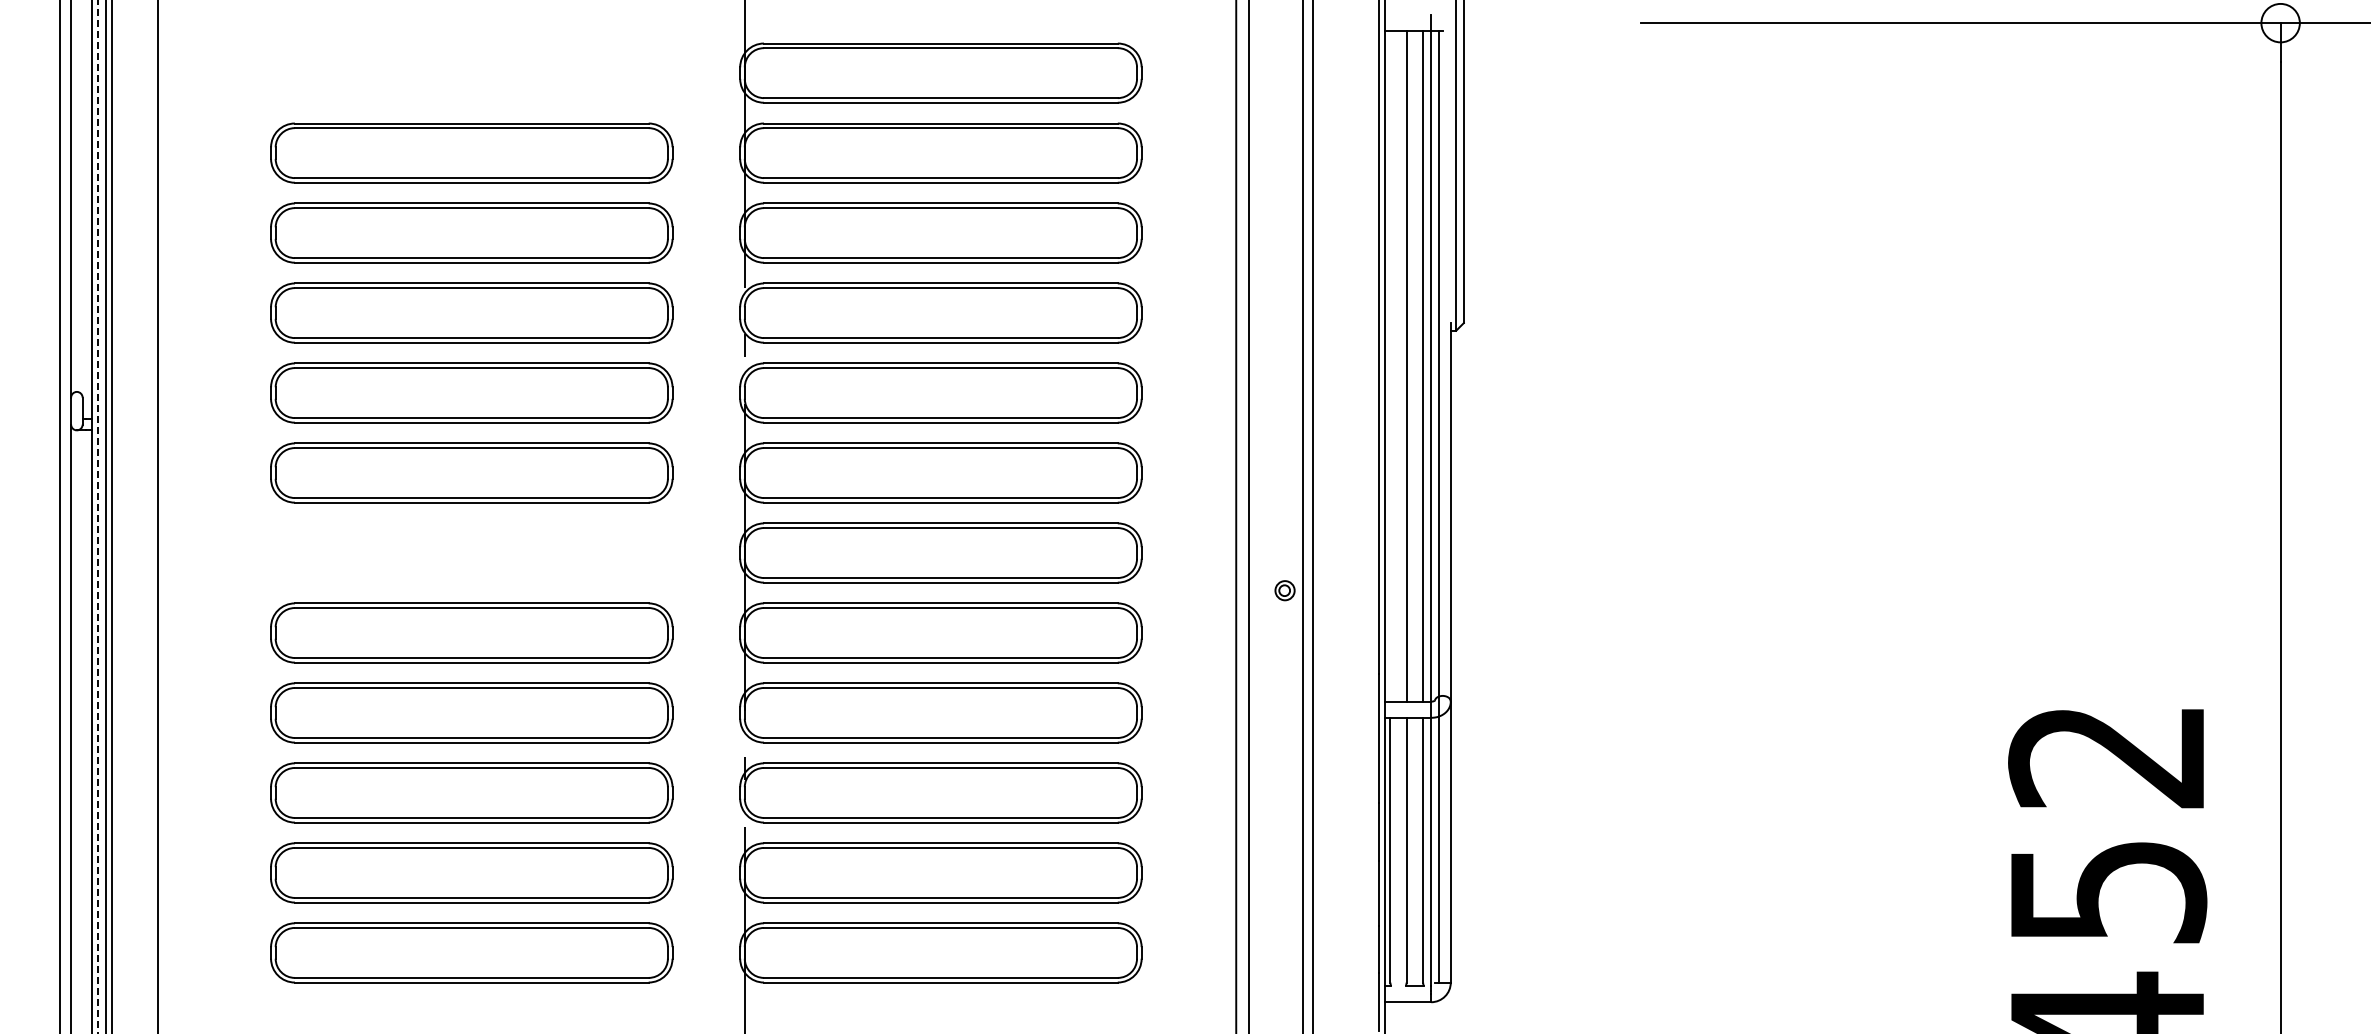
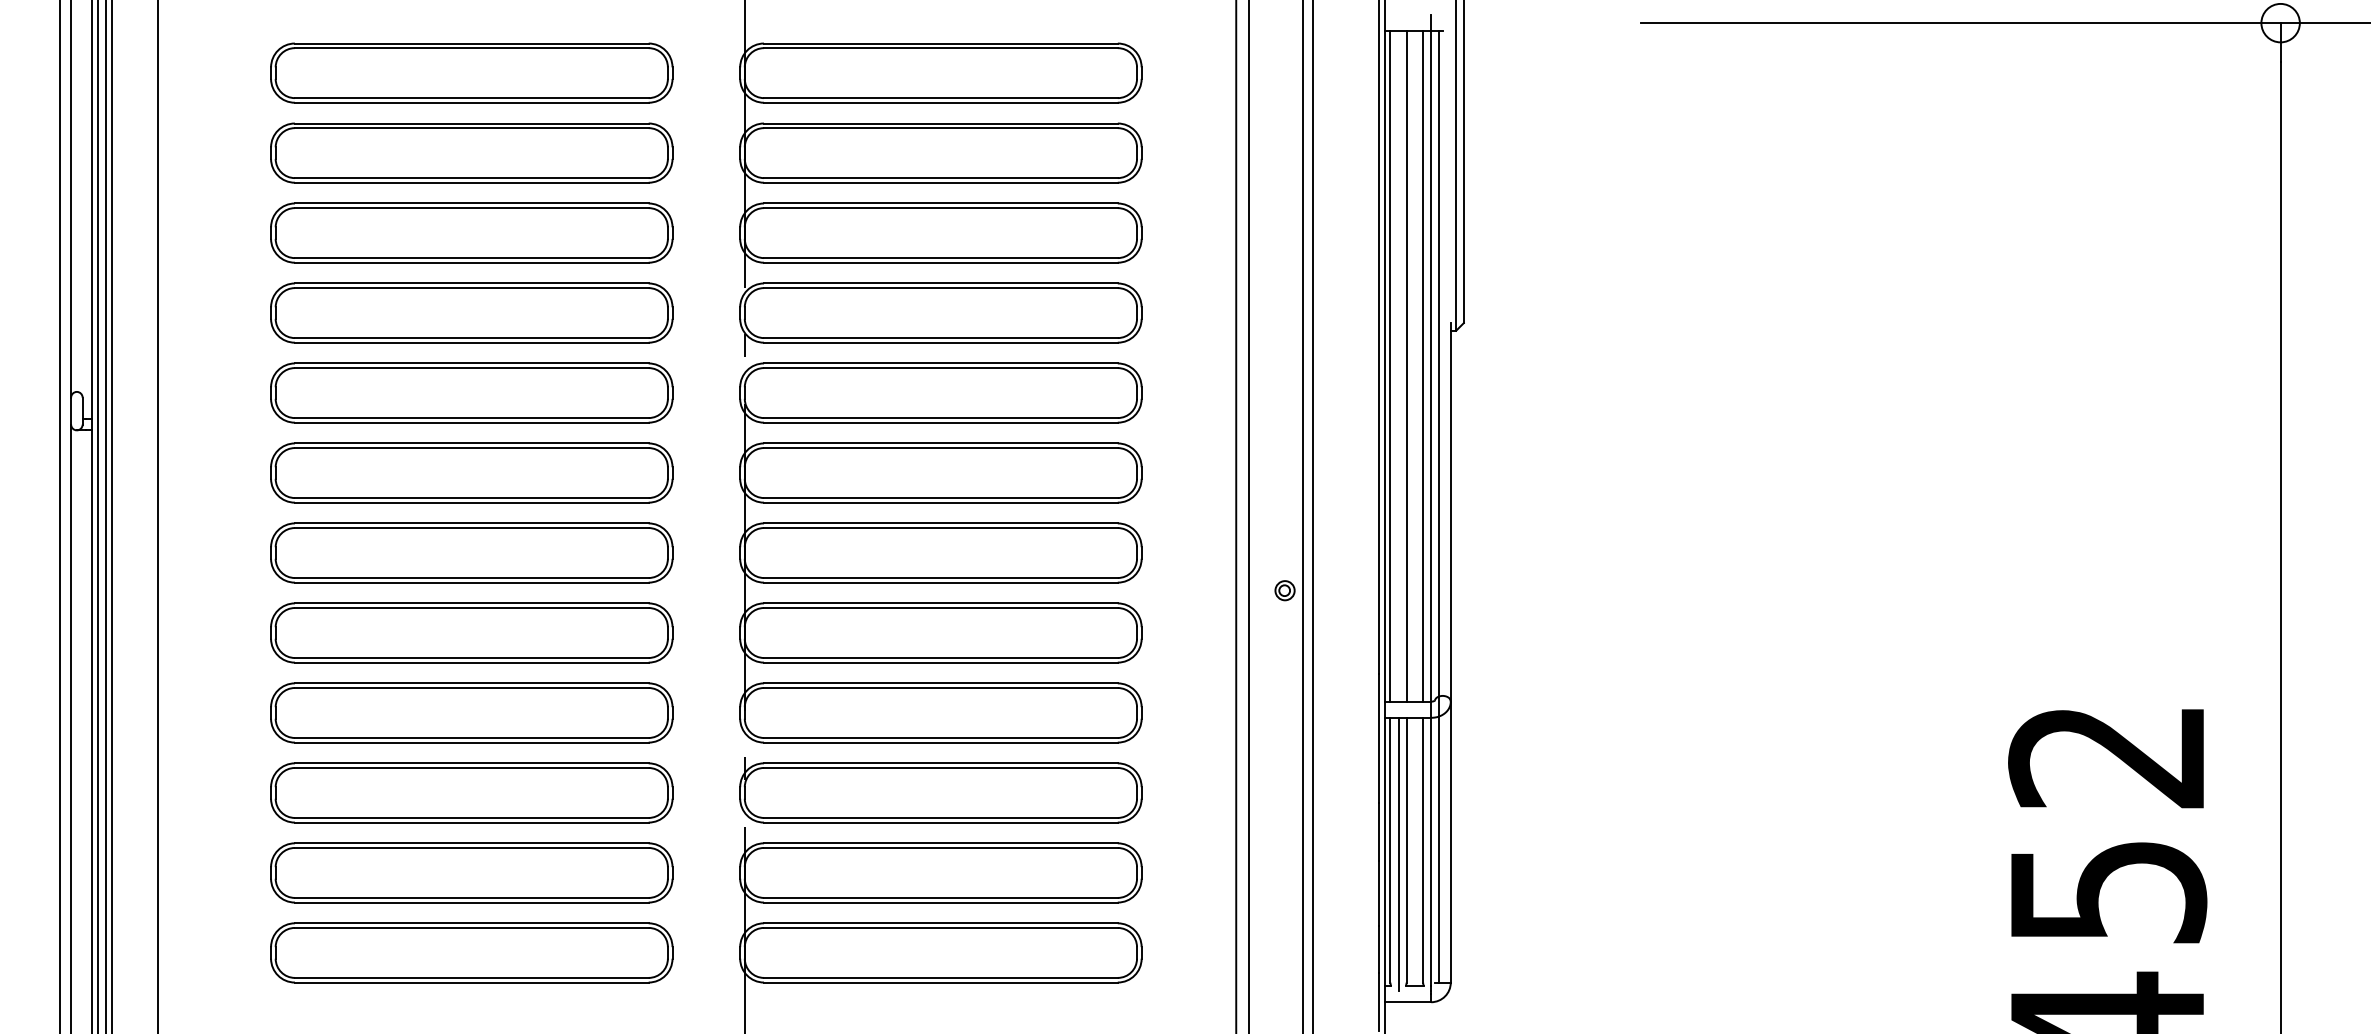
part at (471, 72): none -> present
line at (1390, 366): none -> present
line at (97, 516): dashed -> solid
part at (471, 552): none -> present
line at (1398, 853): none -> present
